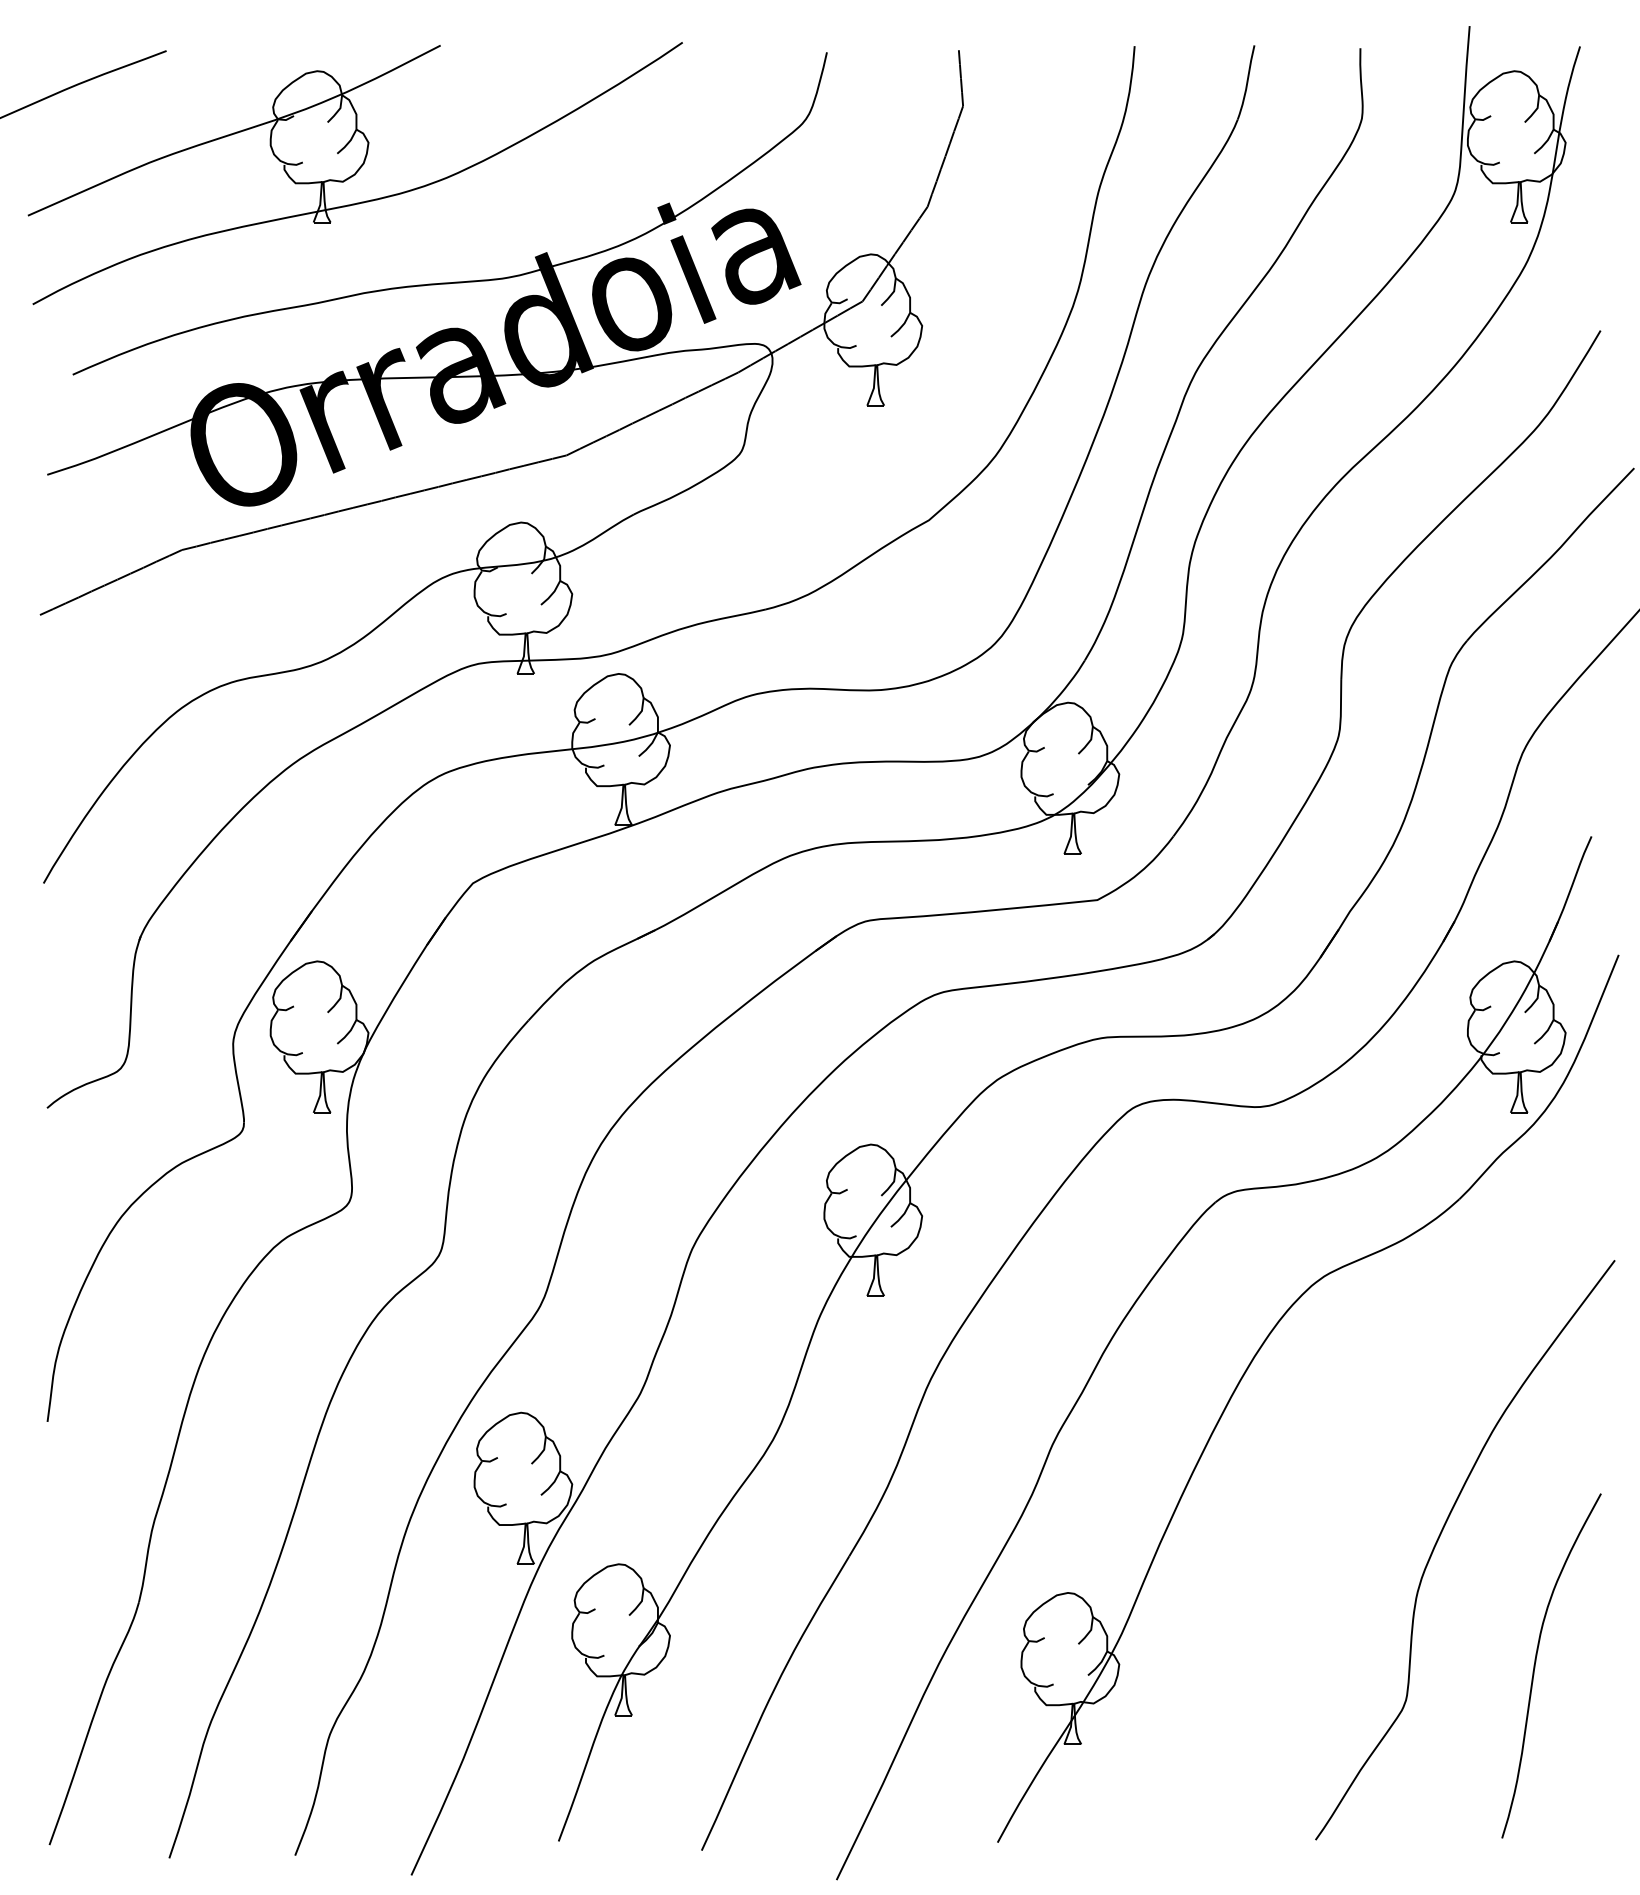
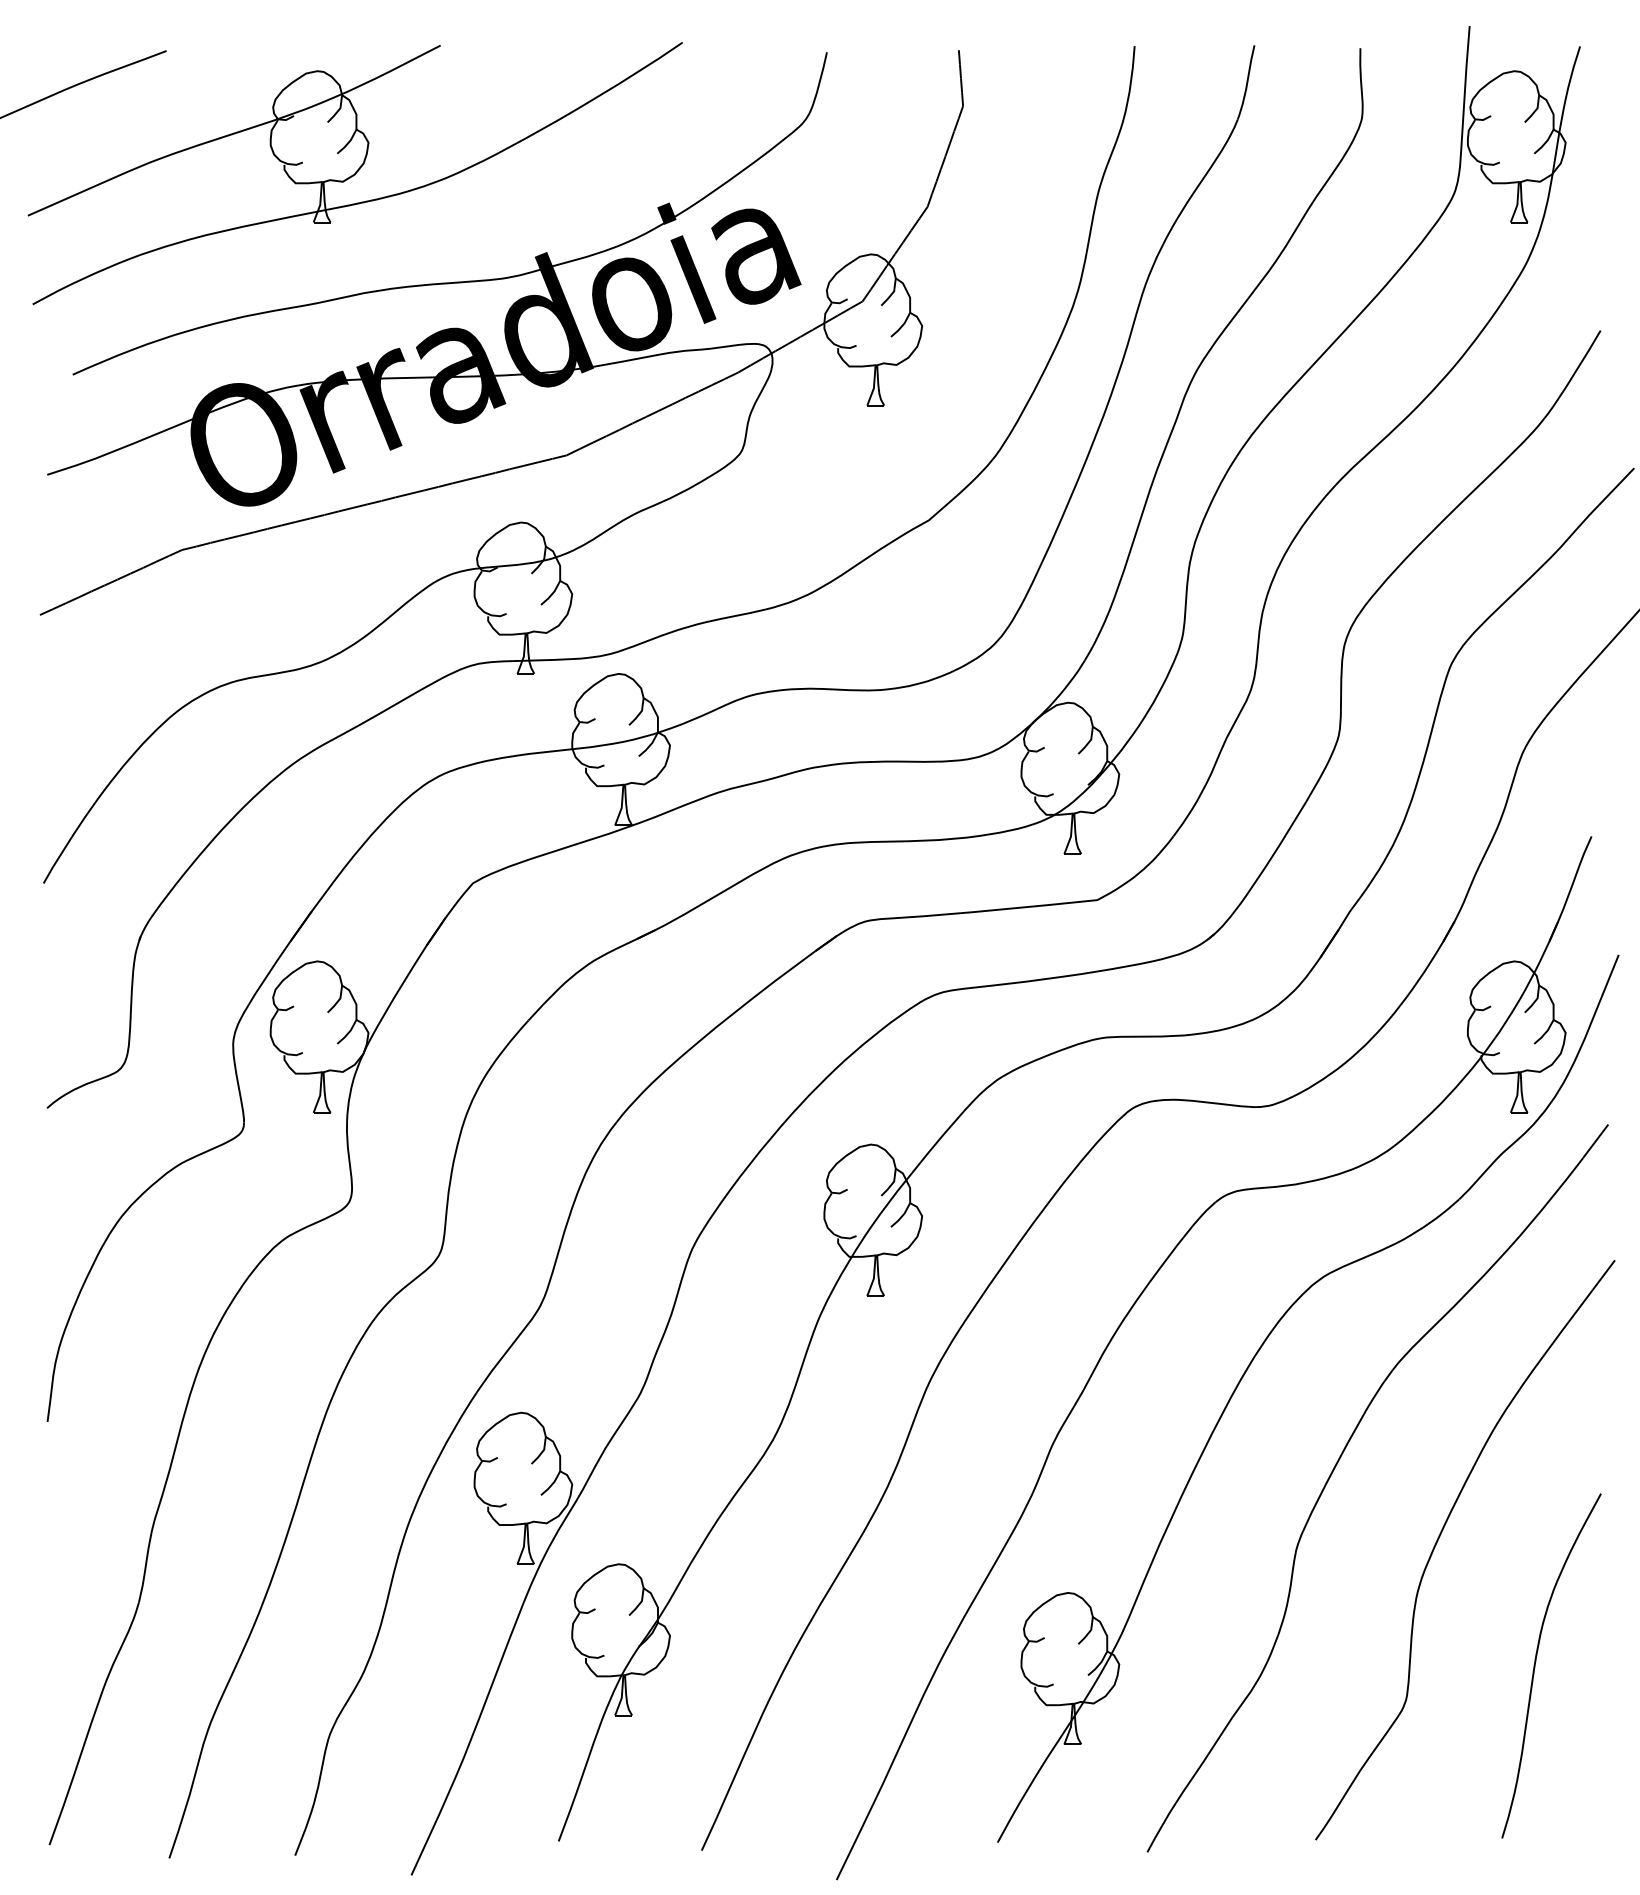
curve at (1335, 1468): none -> present
